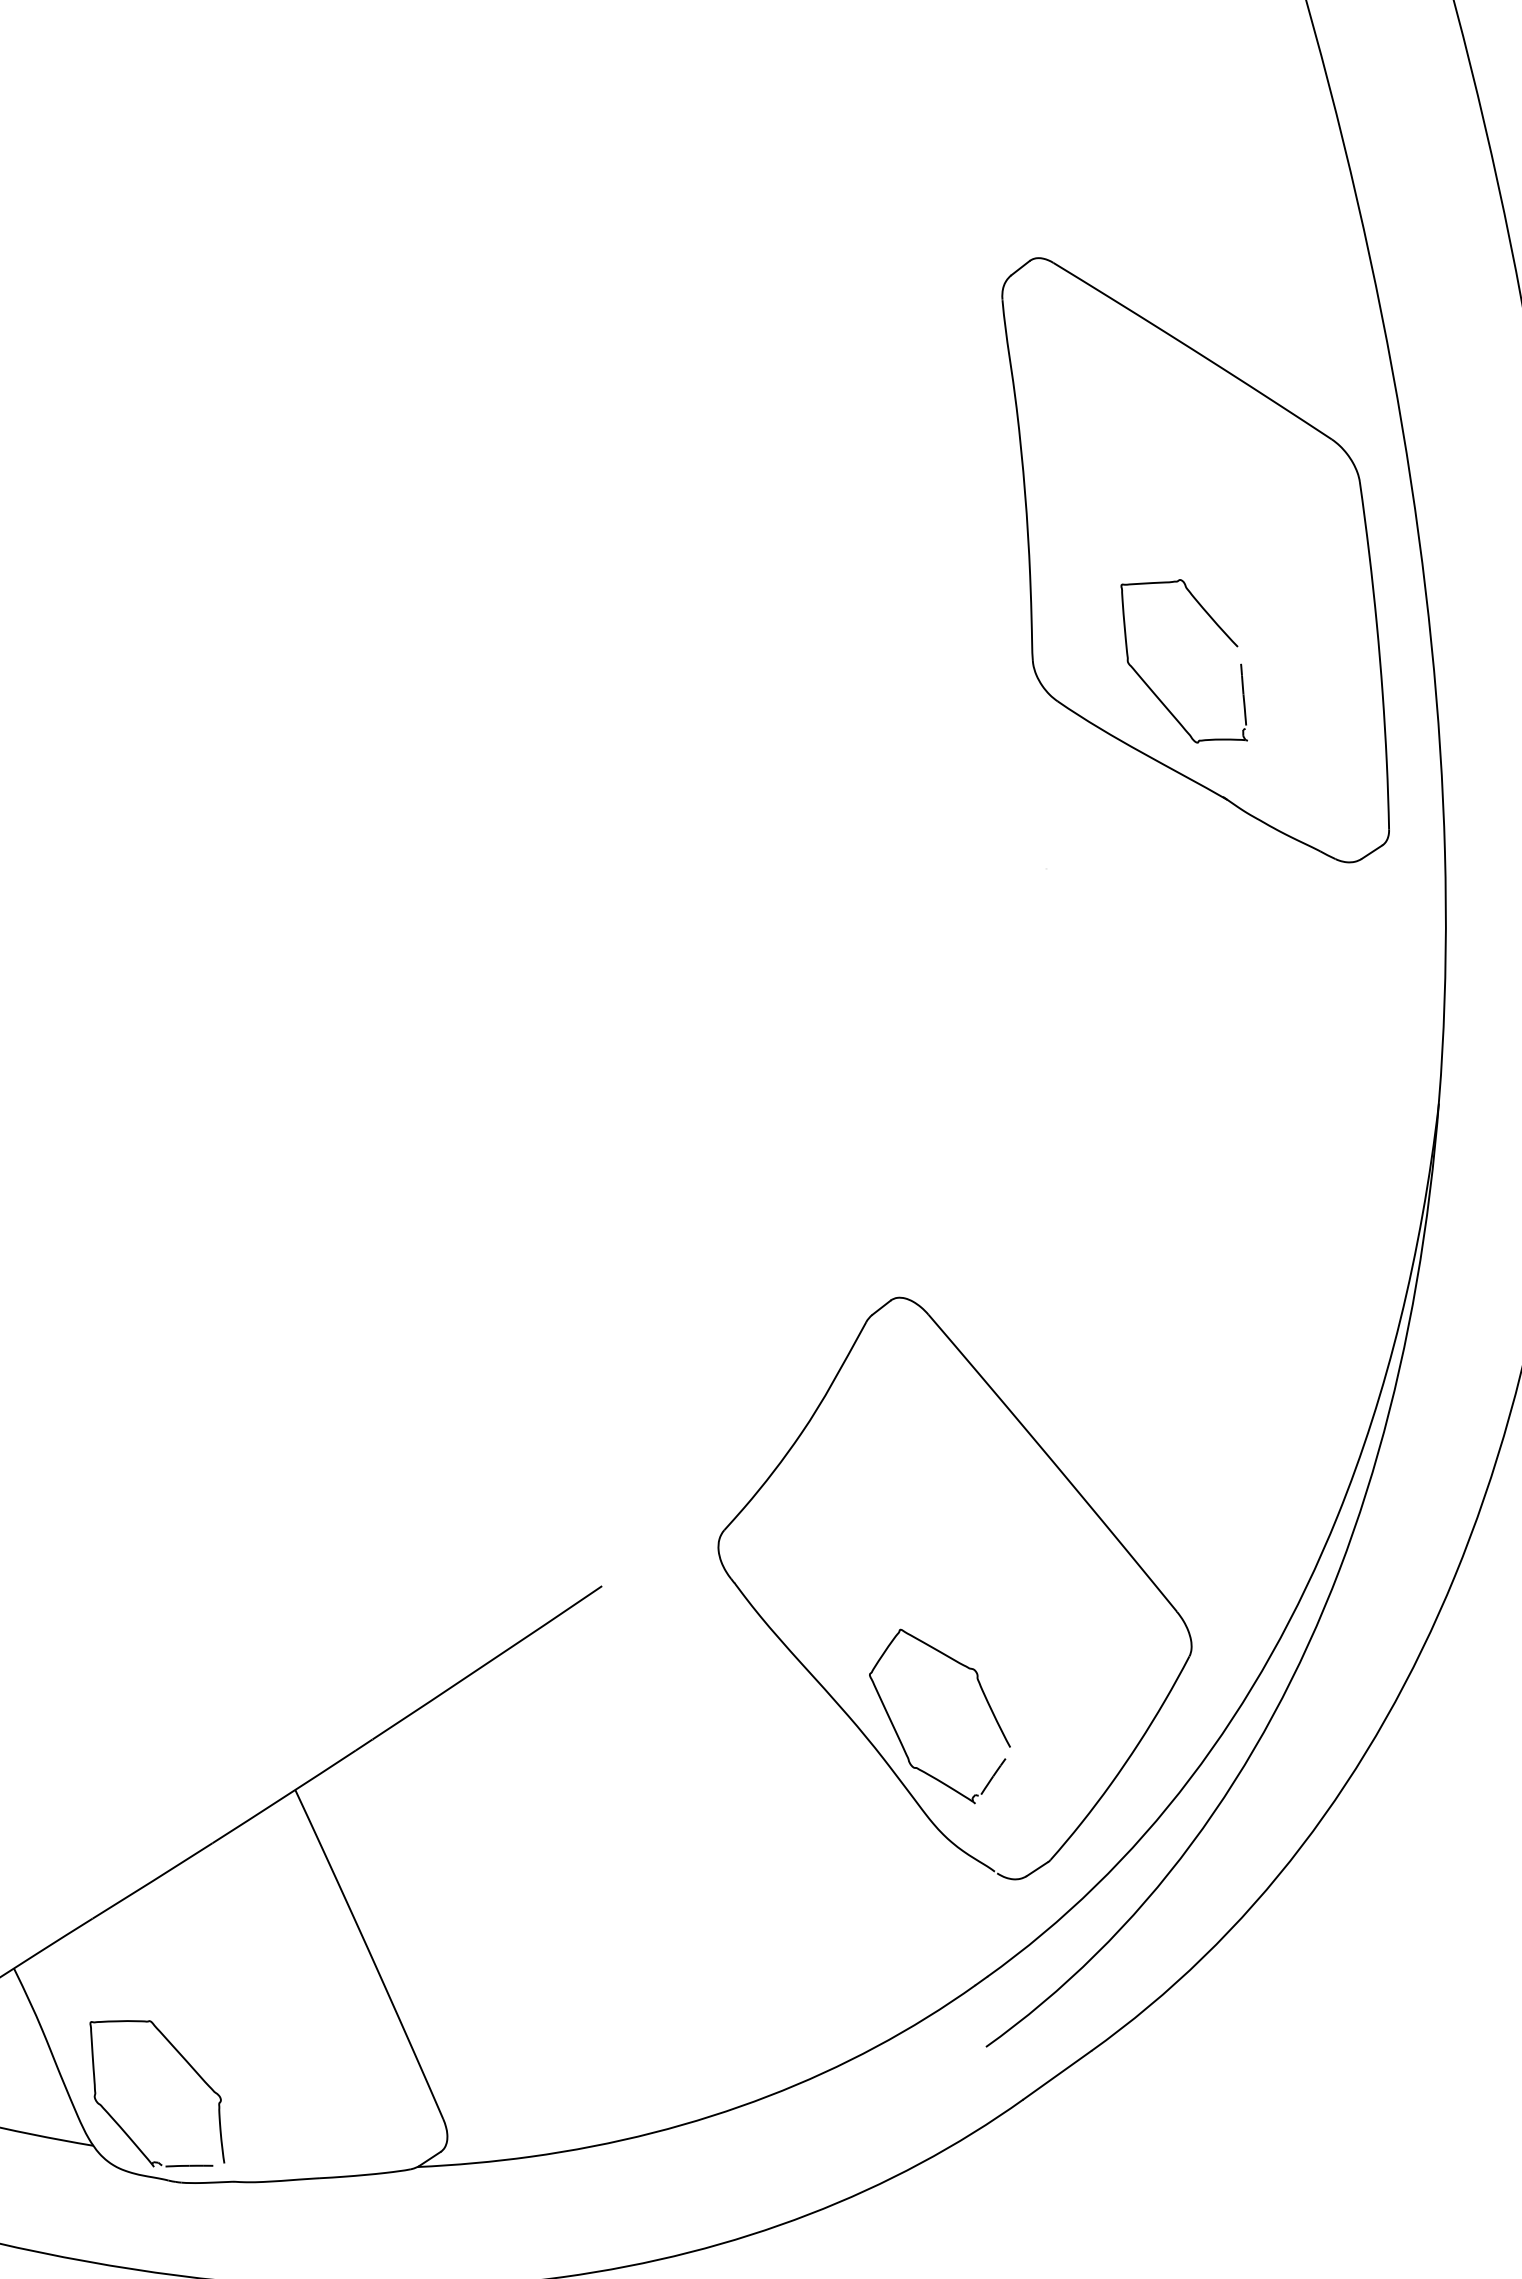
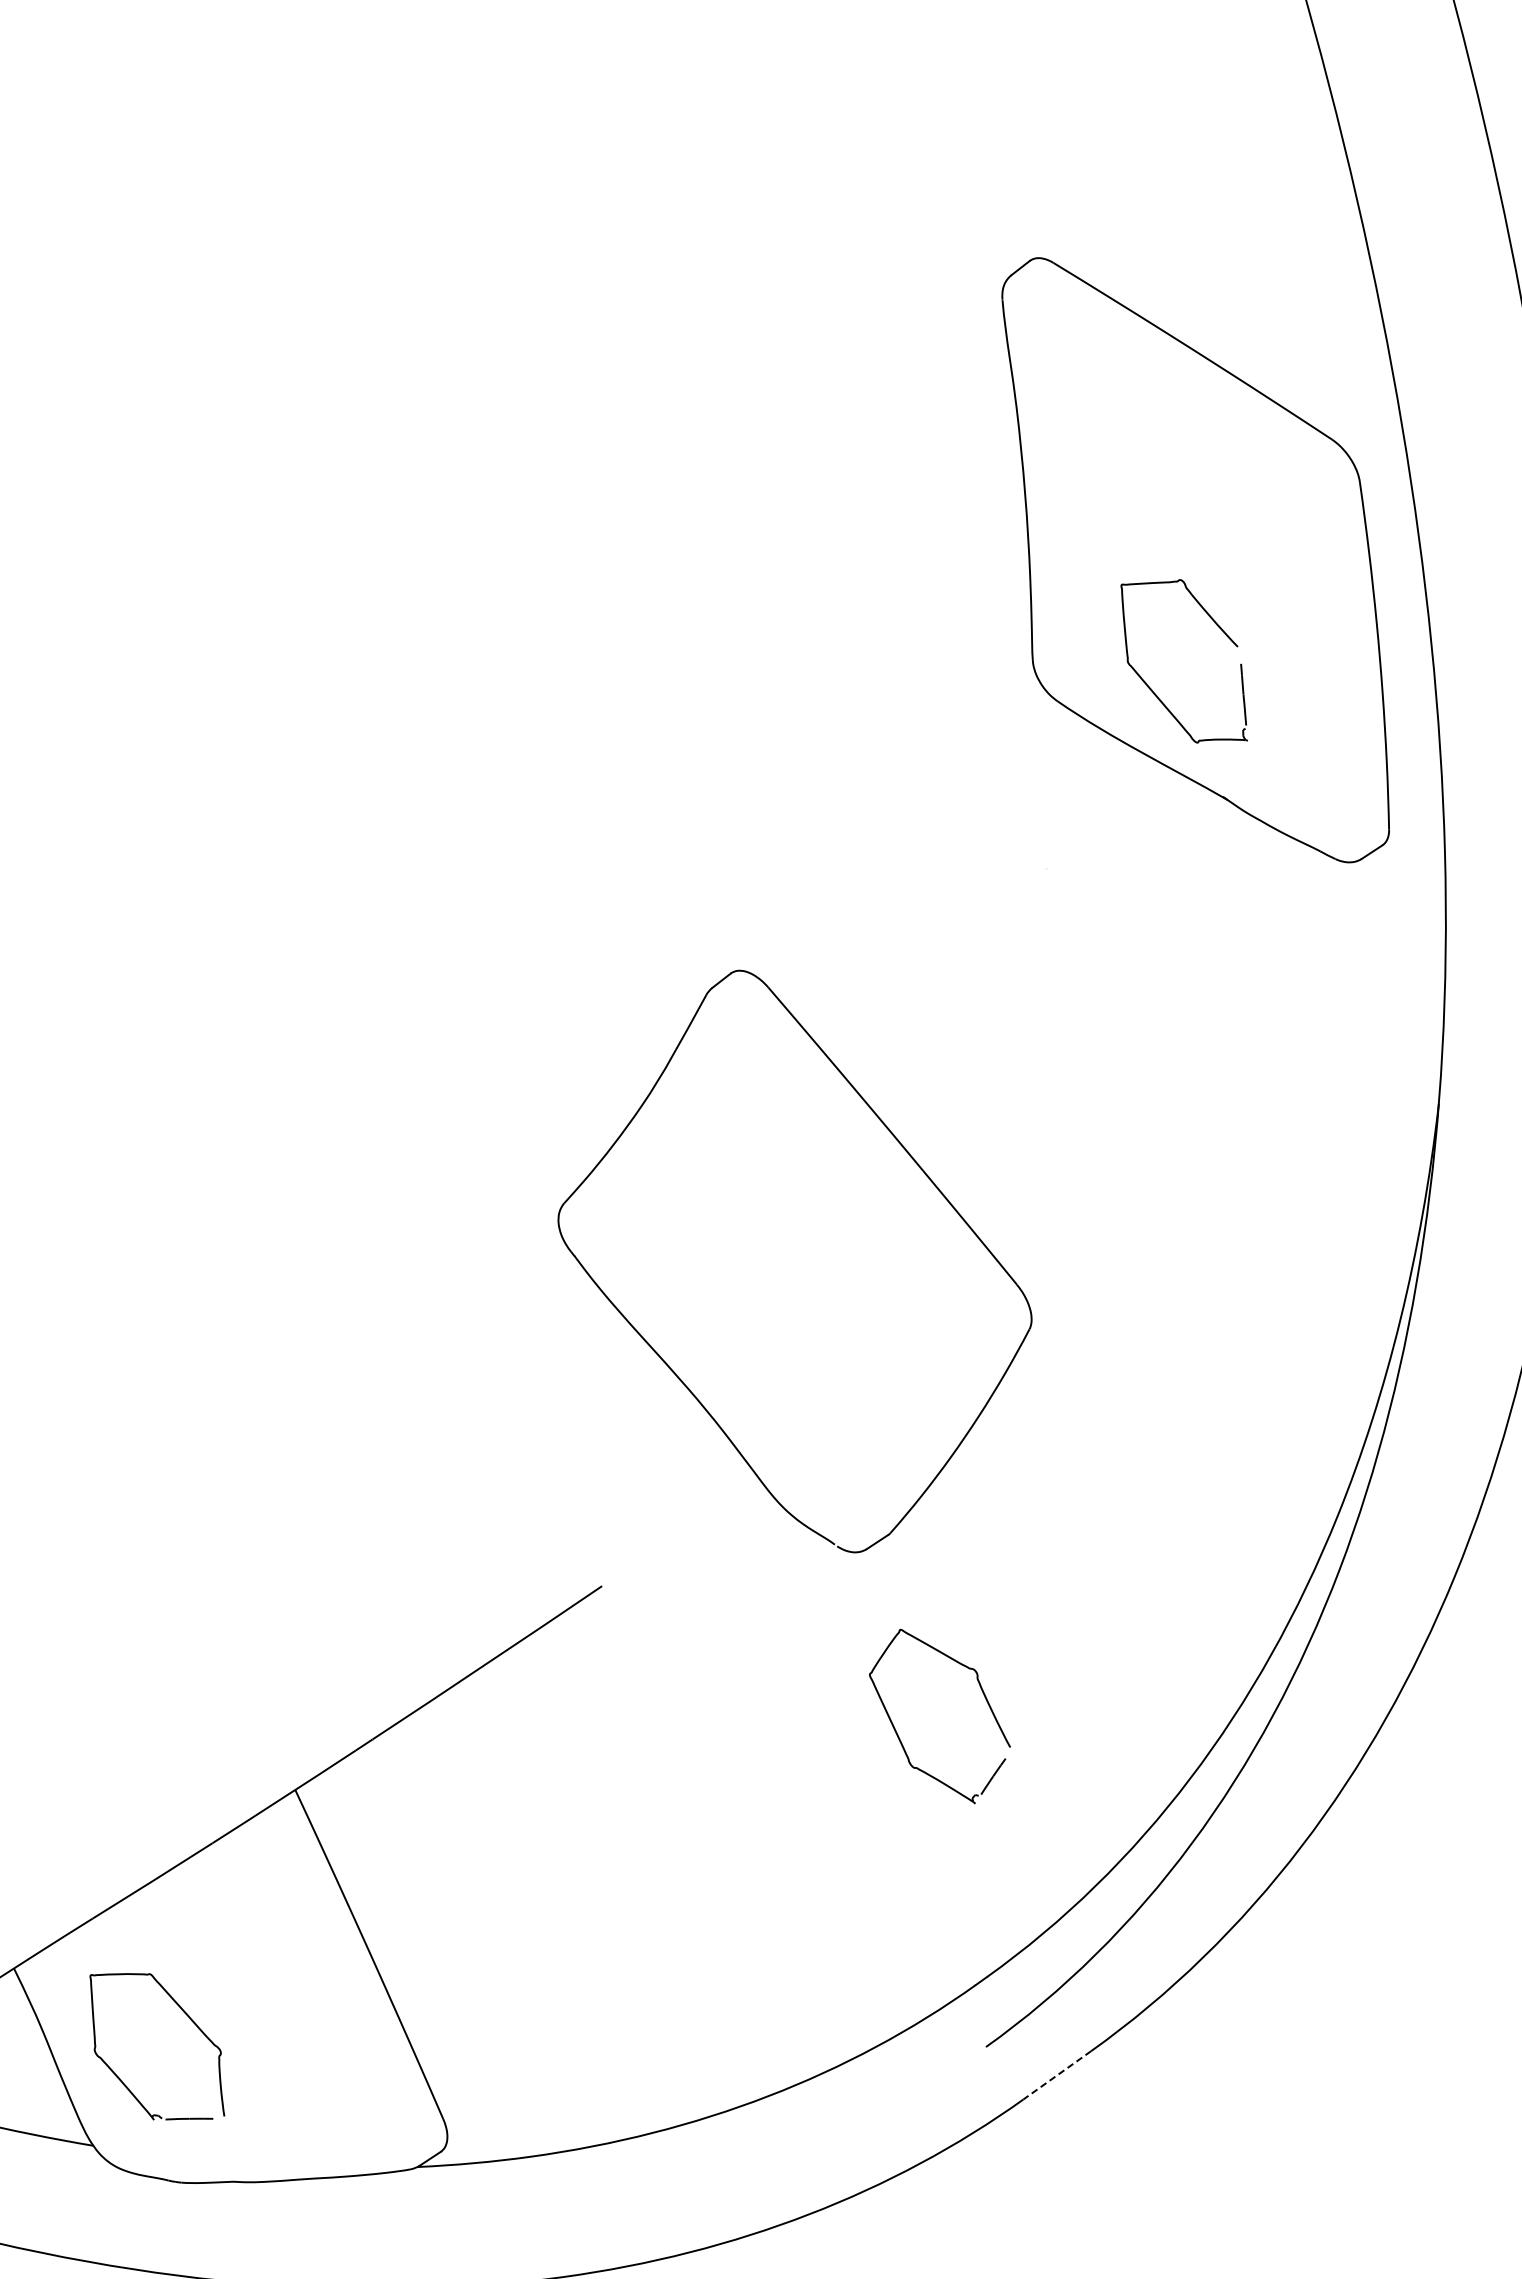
part at (1075, 1490) position: (1075, 1490) -> (915, 1163)
part at (190, 2067) position: (190, 2067) -> (190, 2020)
line at (1057, 2075): solid -> dashed
